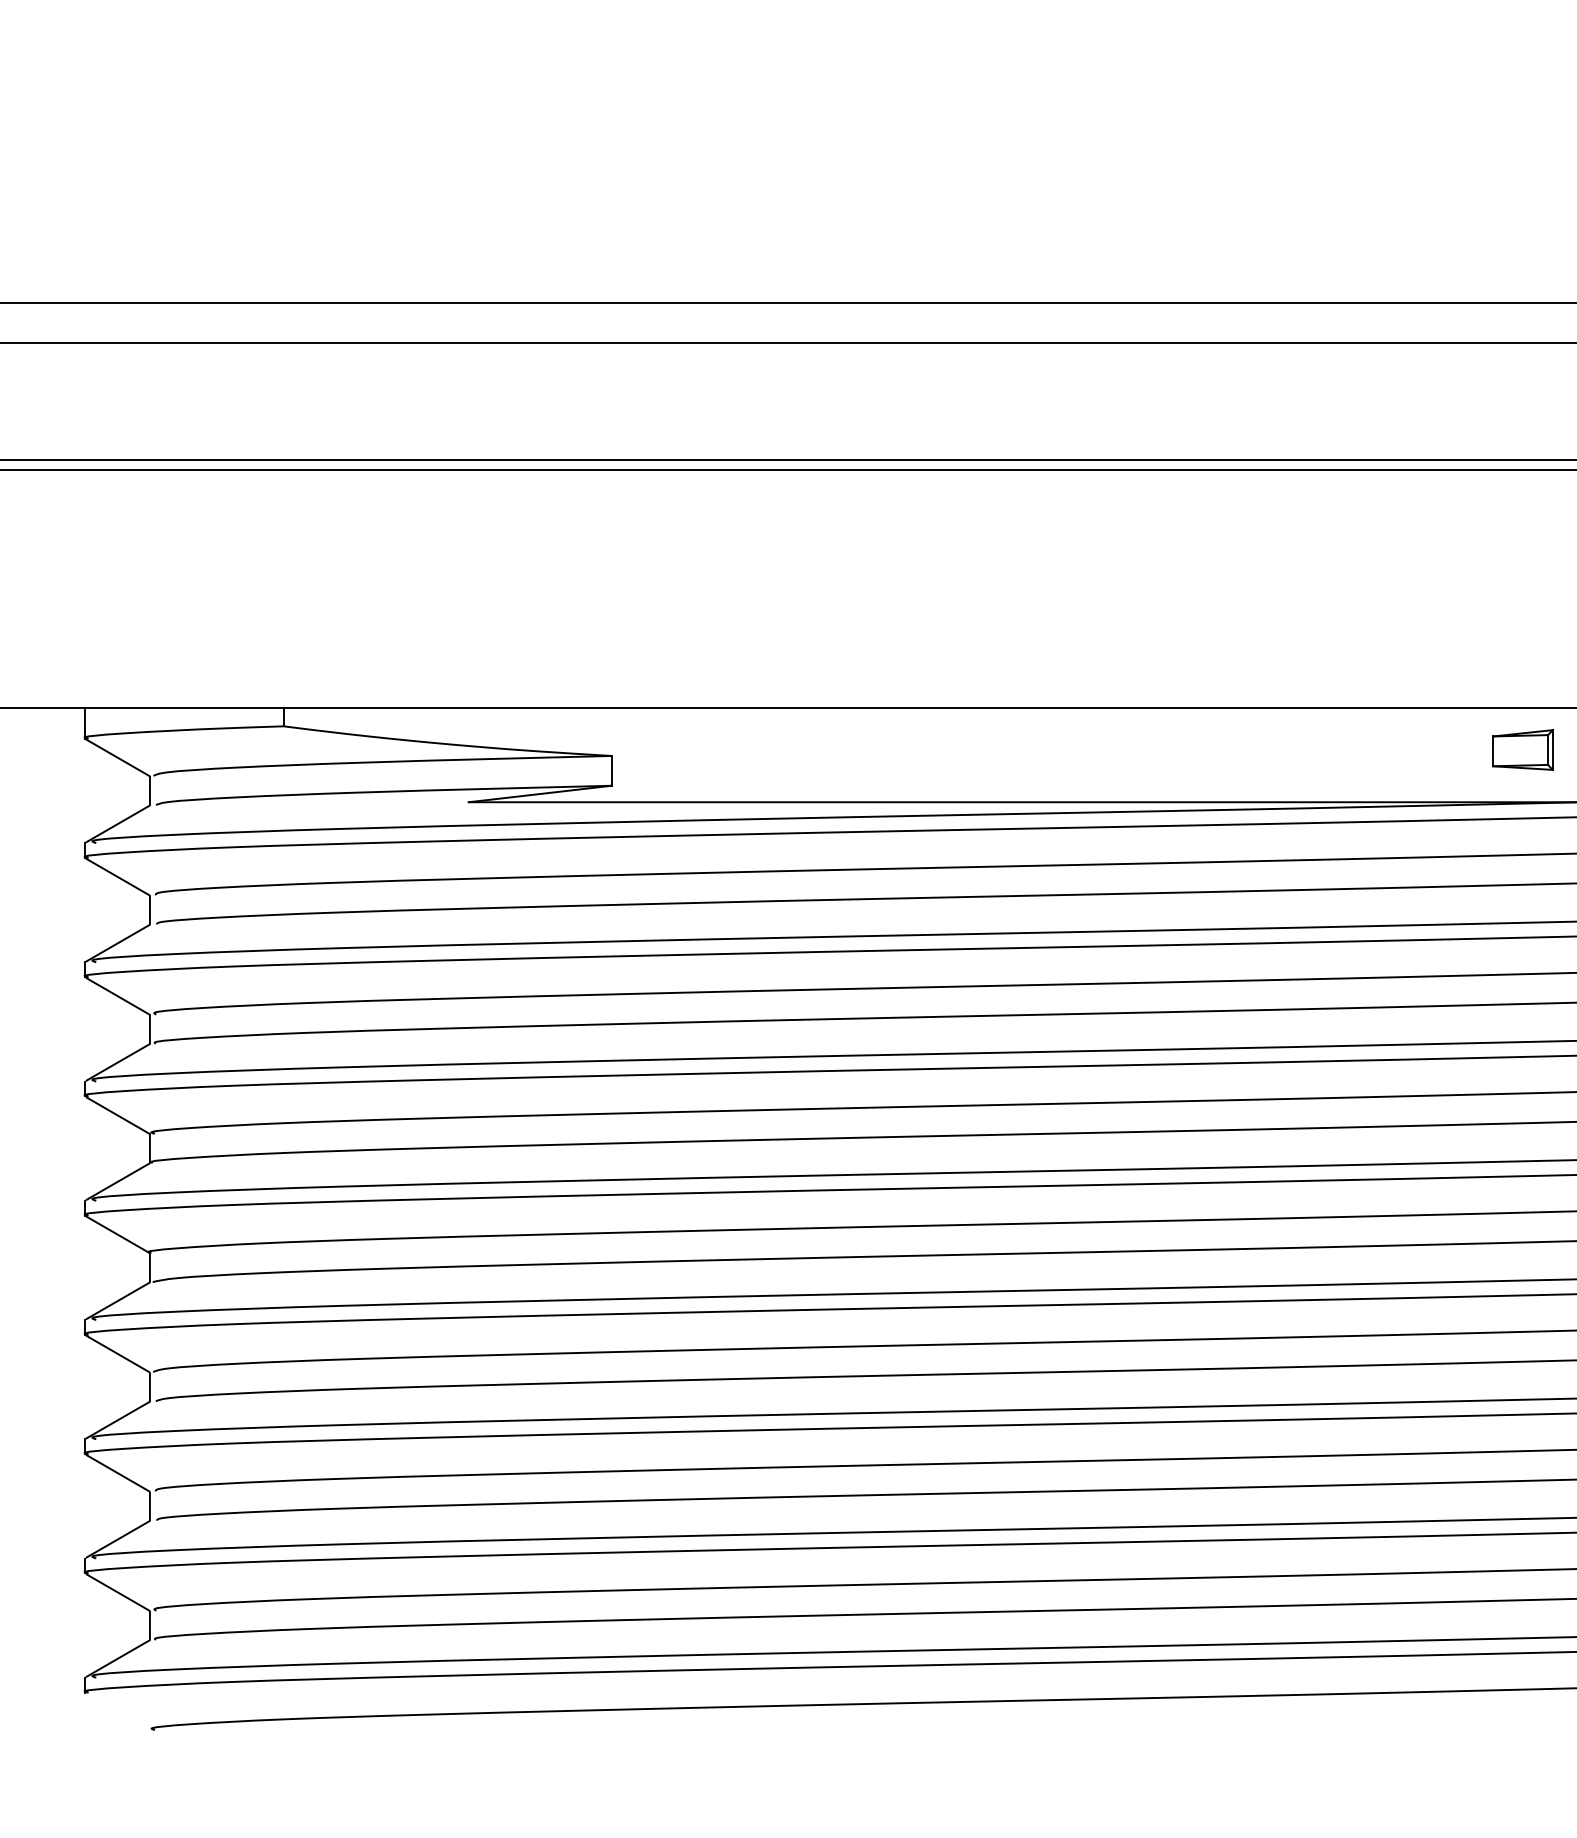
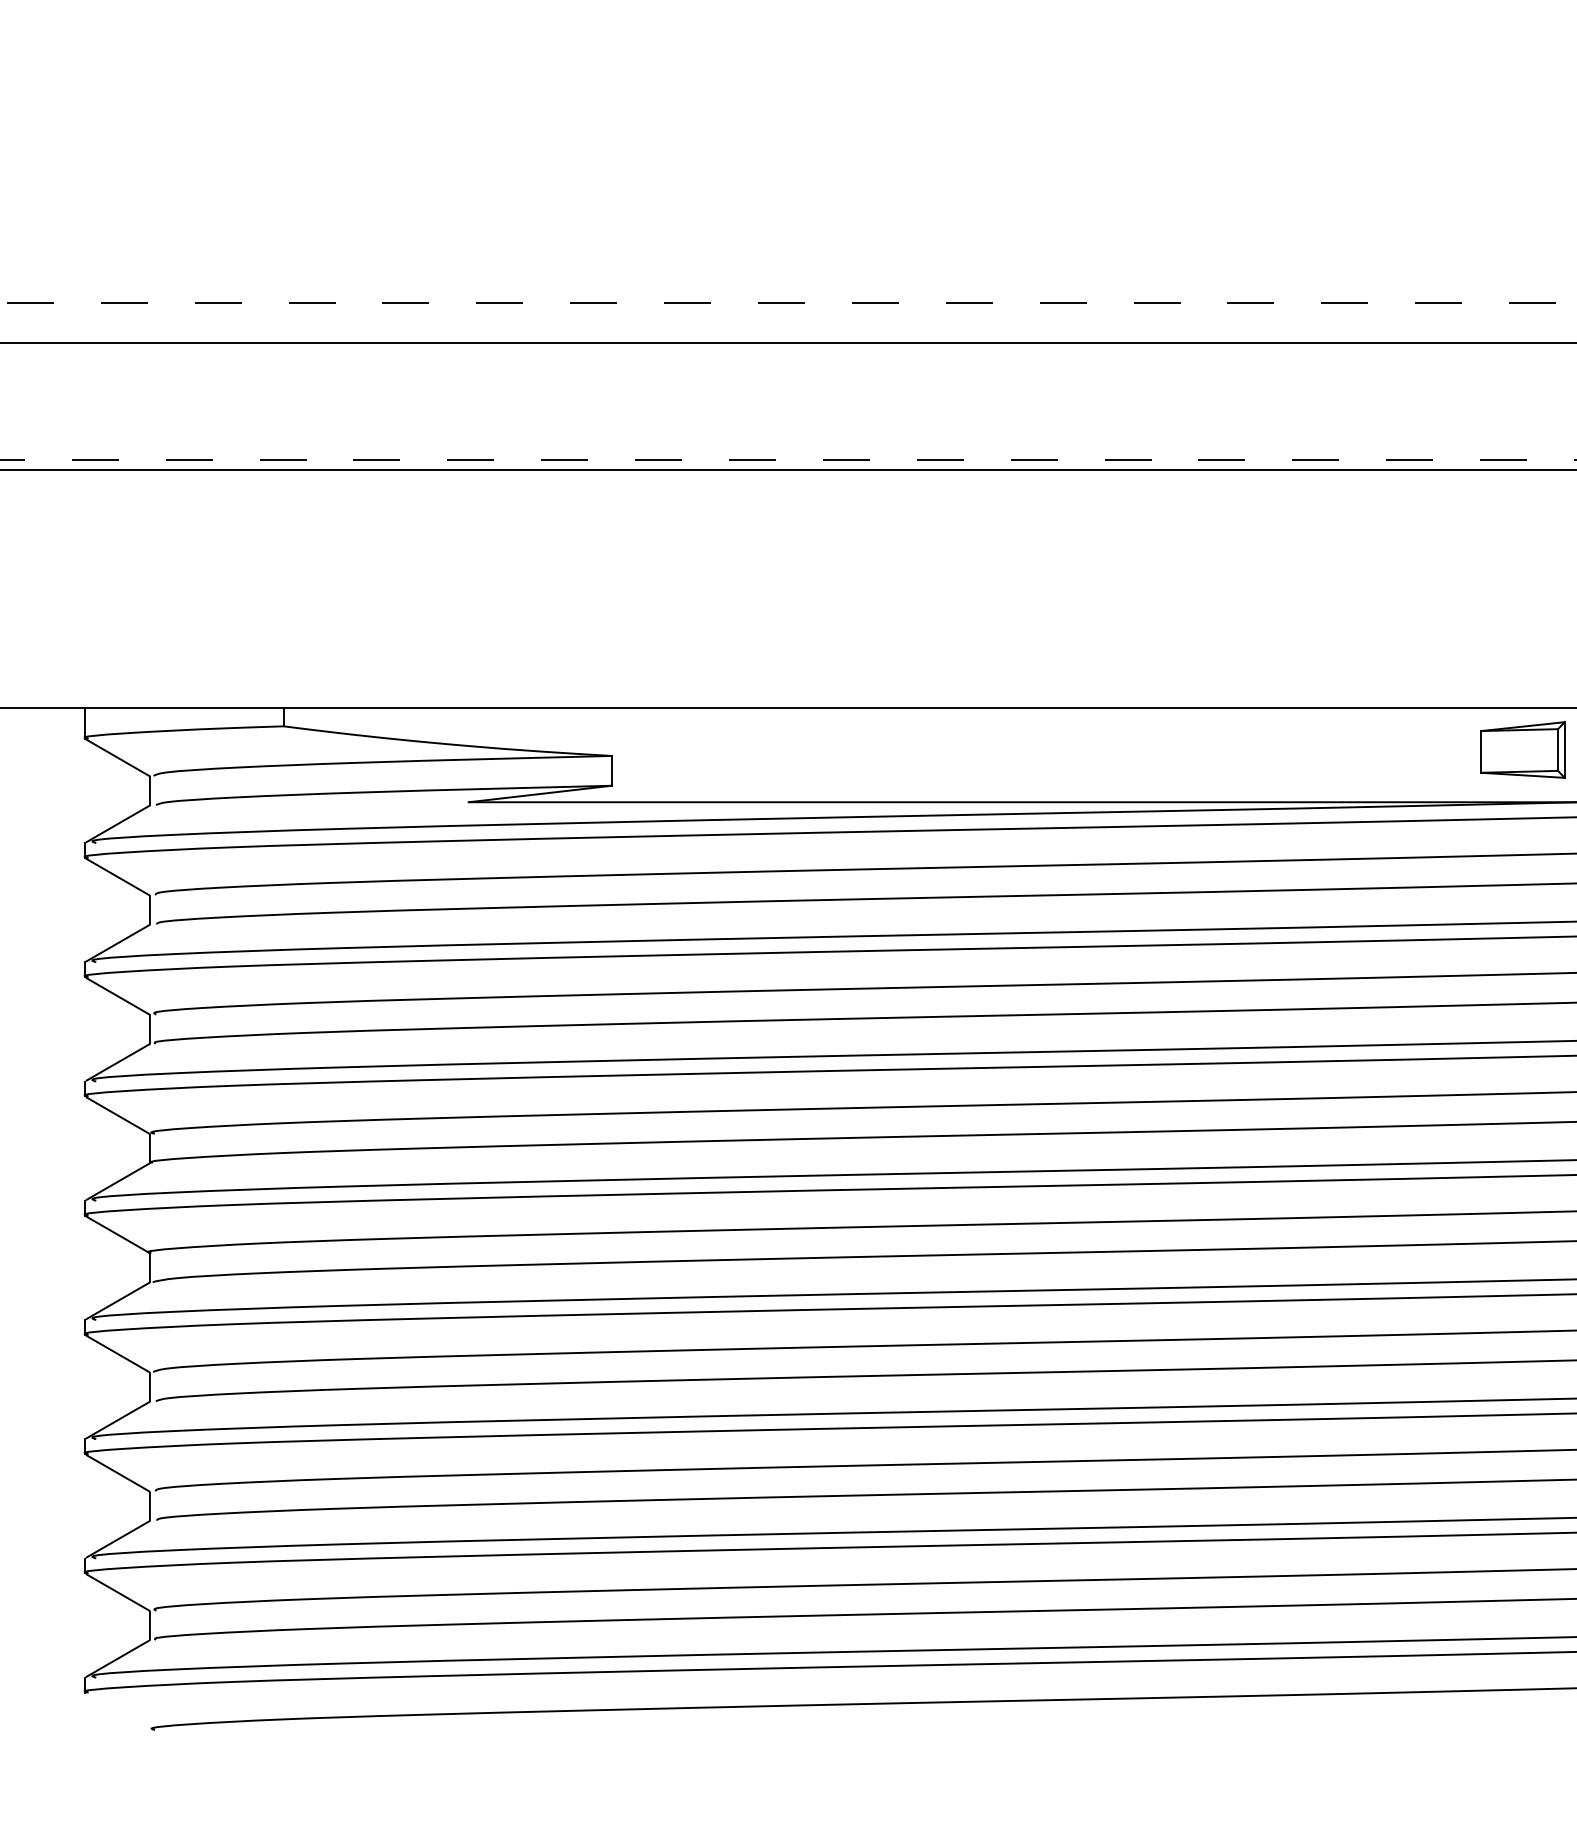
line at (789, 303): solid -> dashed
line at (788, 459): solid -> dashed
part at (1522, 749) size: 62x42 px -> 86x58 px
